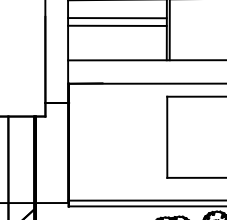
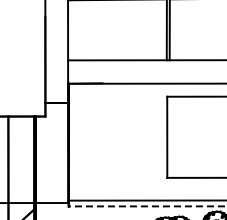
line at (117, 18): present -> none
line at (117, 25): present -> none
line at (147, 206): solid -> dashed
